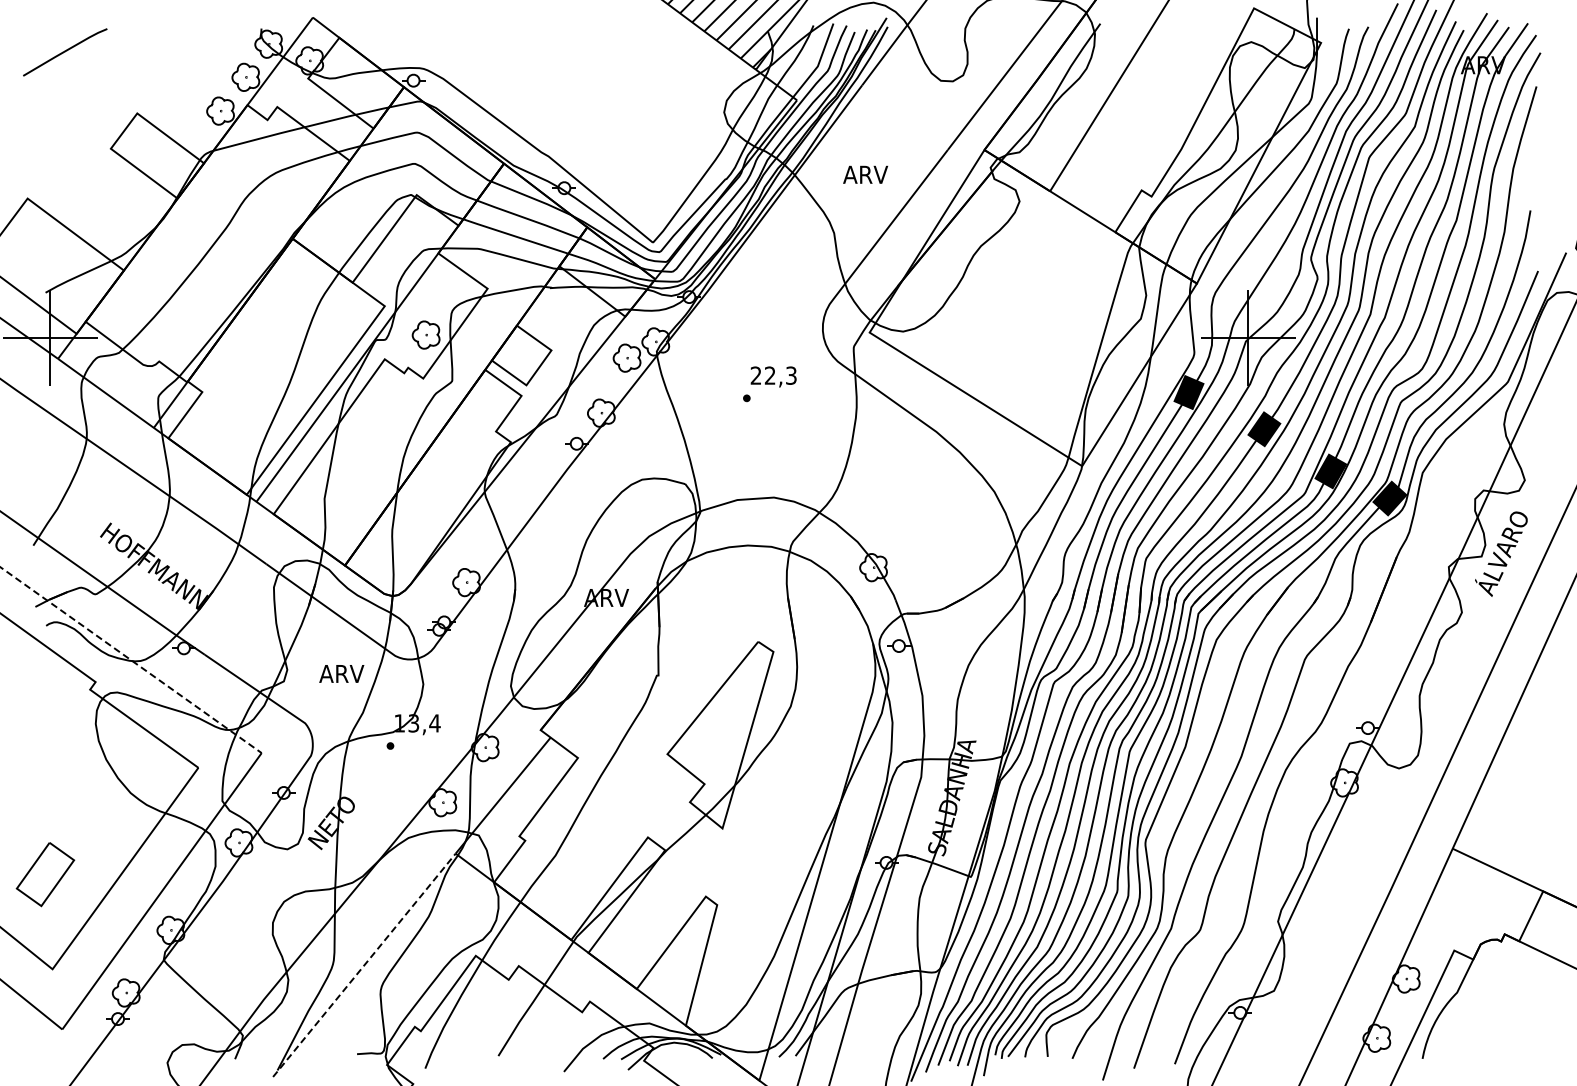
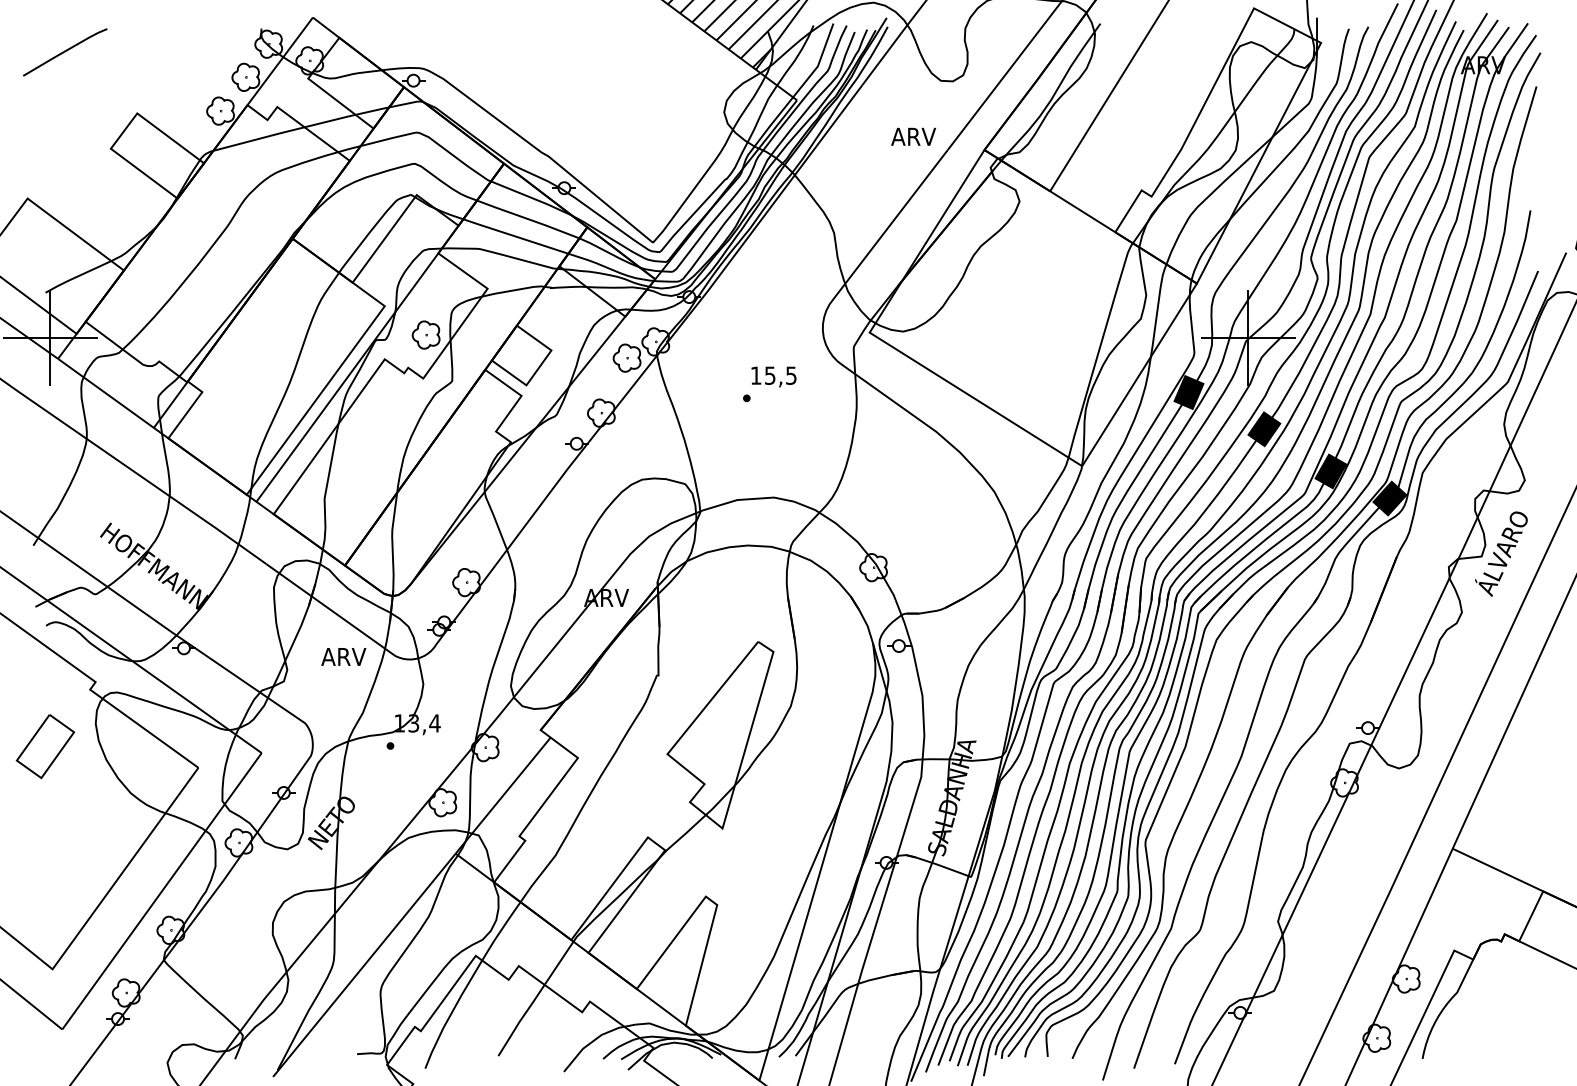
text at (865, 174) position: (865, 174) -> (913, 136)
text at (773, 375): 22,3 -> 15,5
line at (130, 660): dashed -> solid
text at (341, 673) position: (341, 673) -> (343, 656)
part at (45, 874) position: (45, 874) -> (45, 746)
line at (364, 964): dashed -> solid
